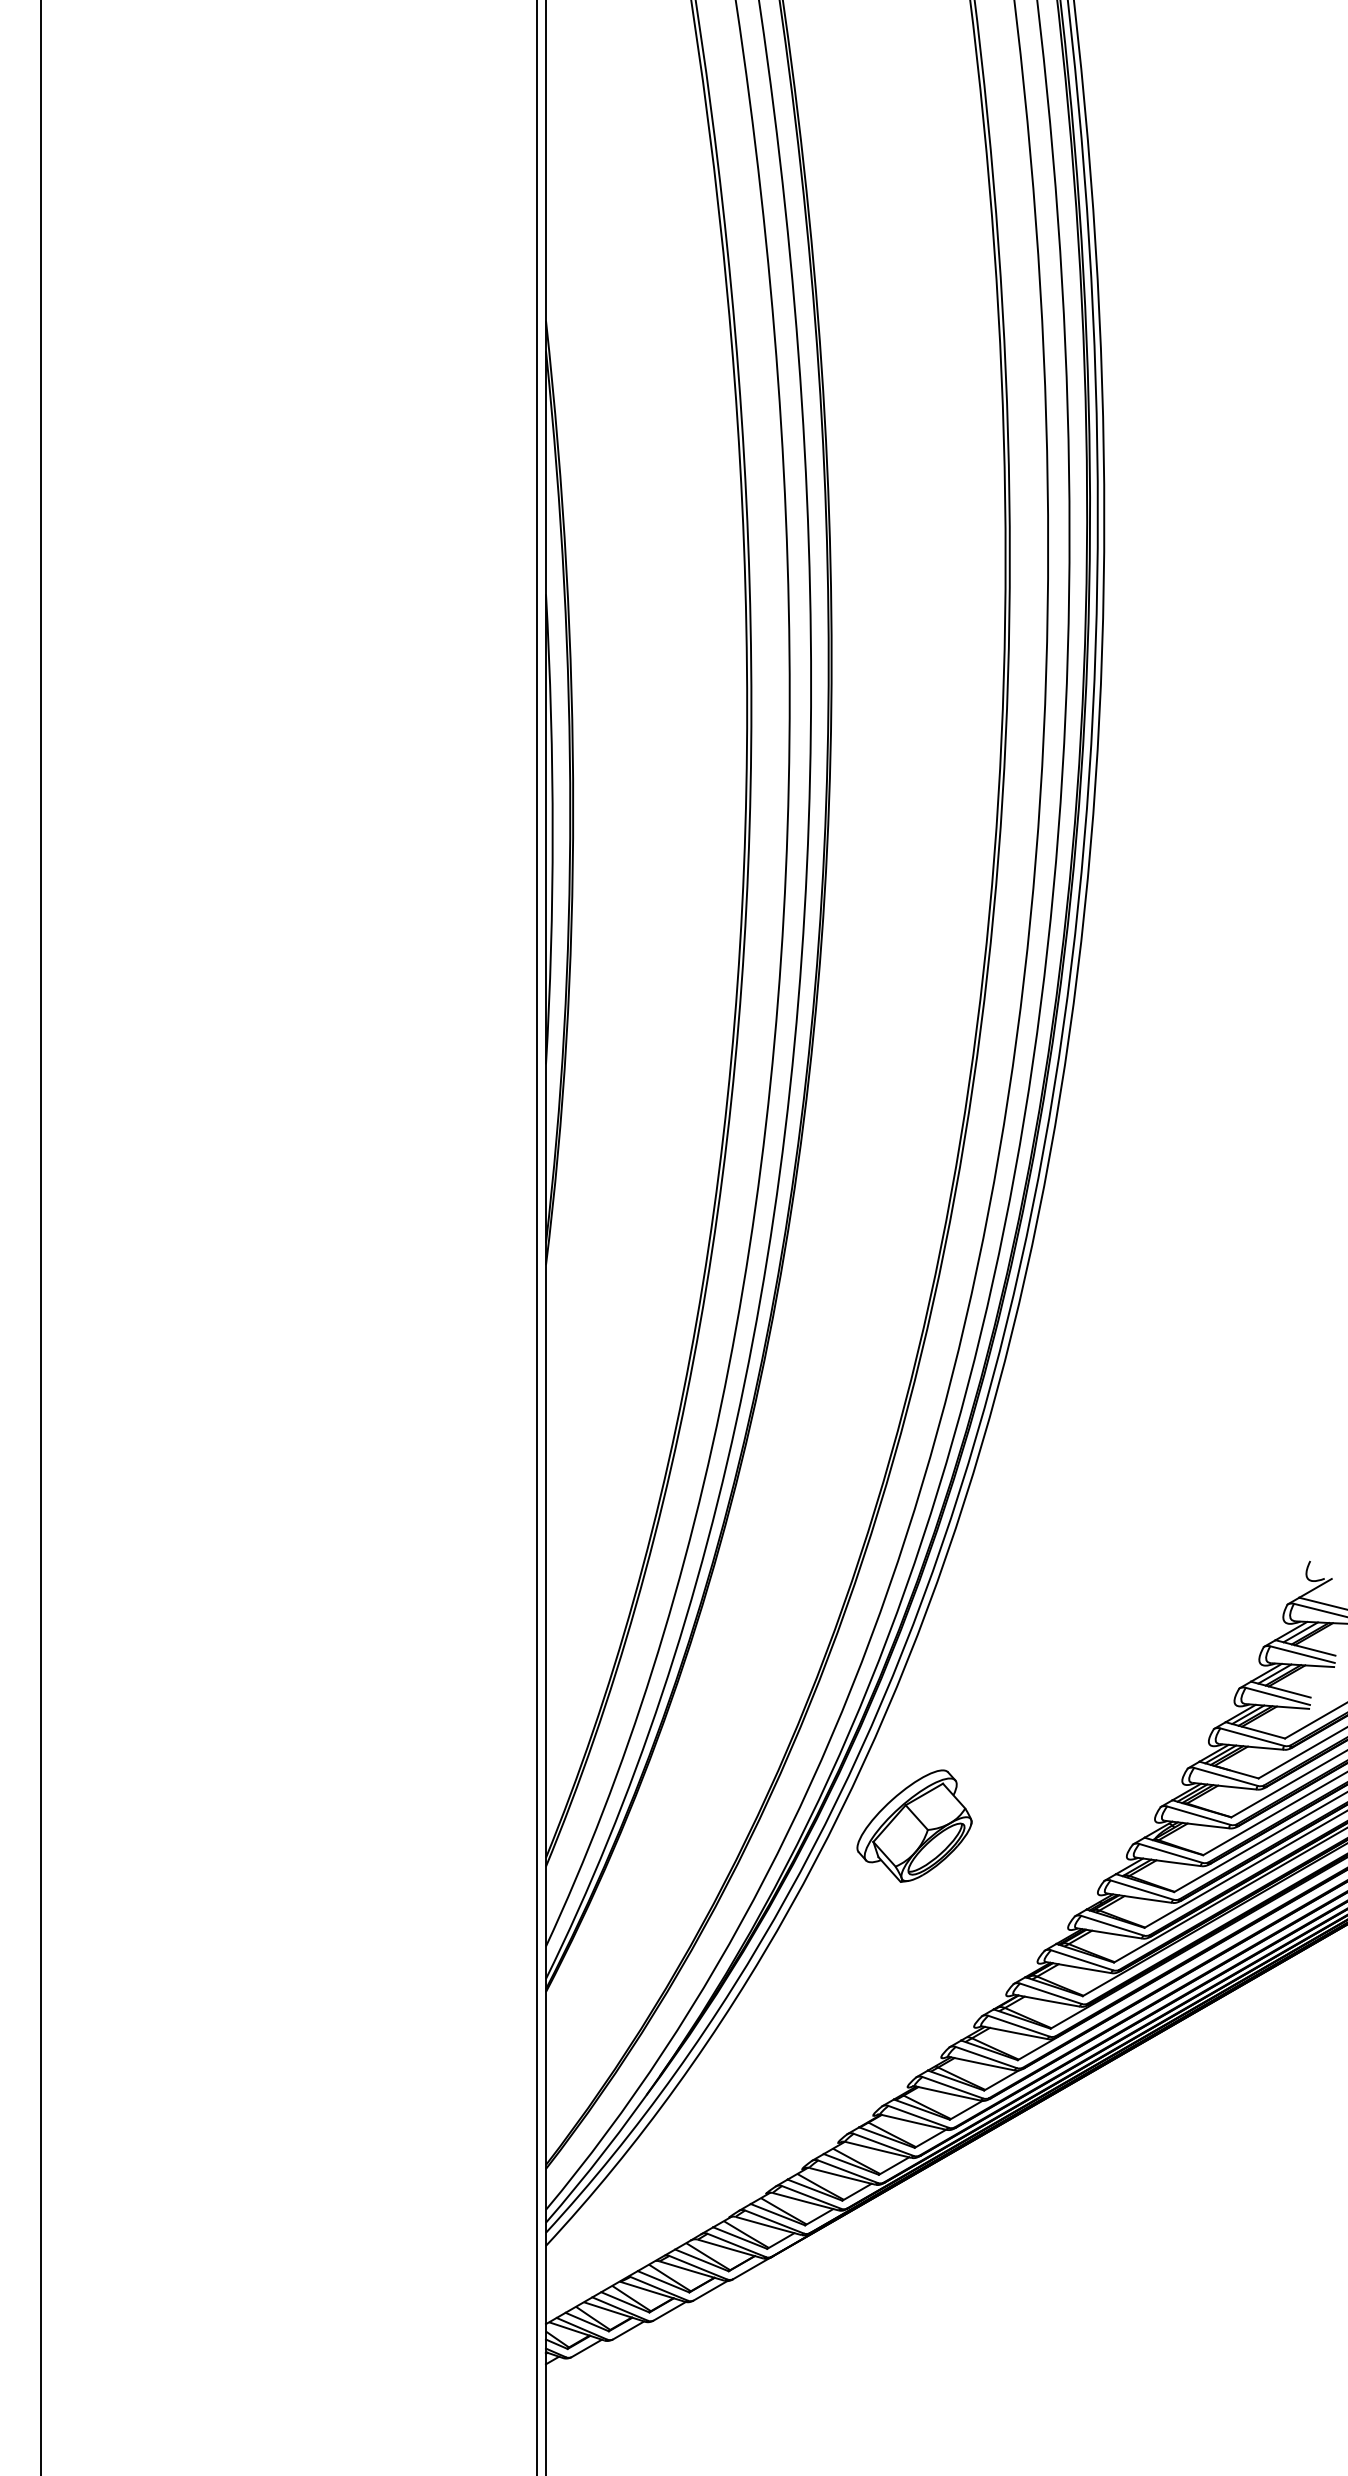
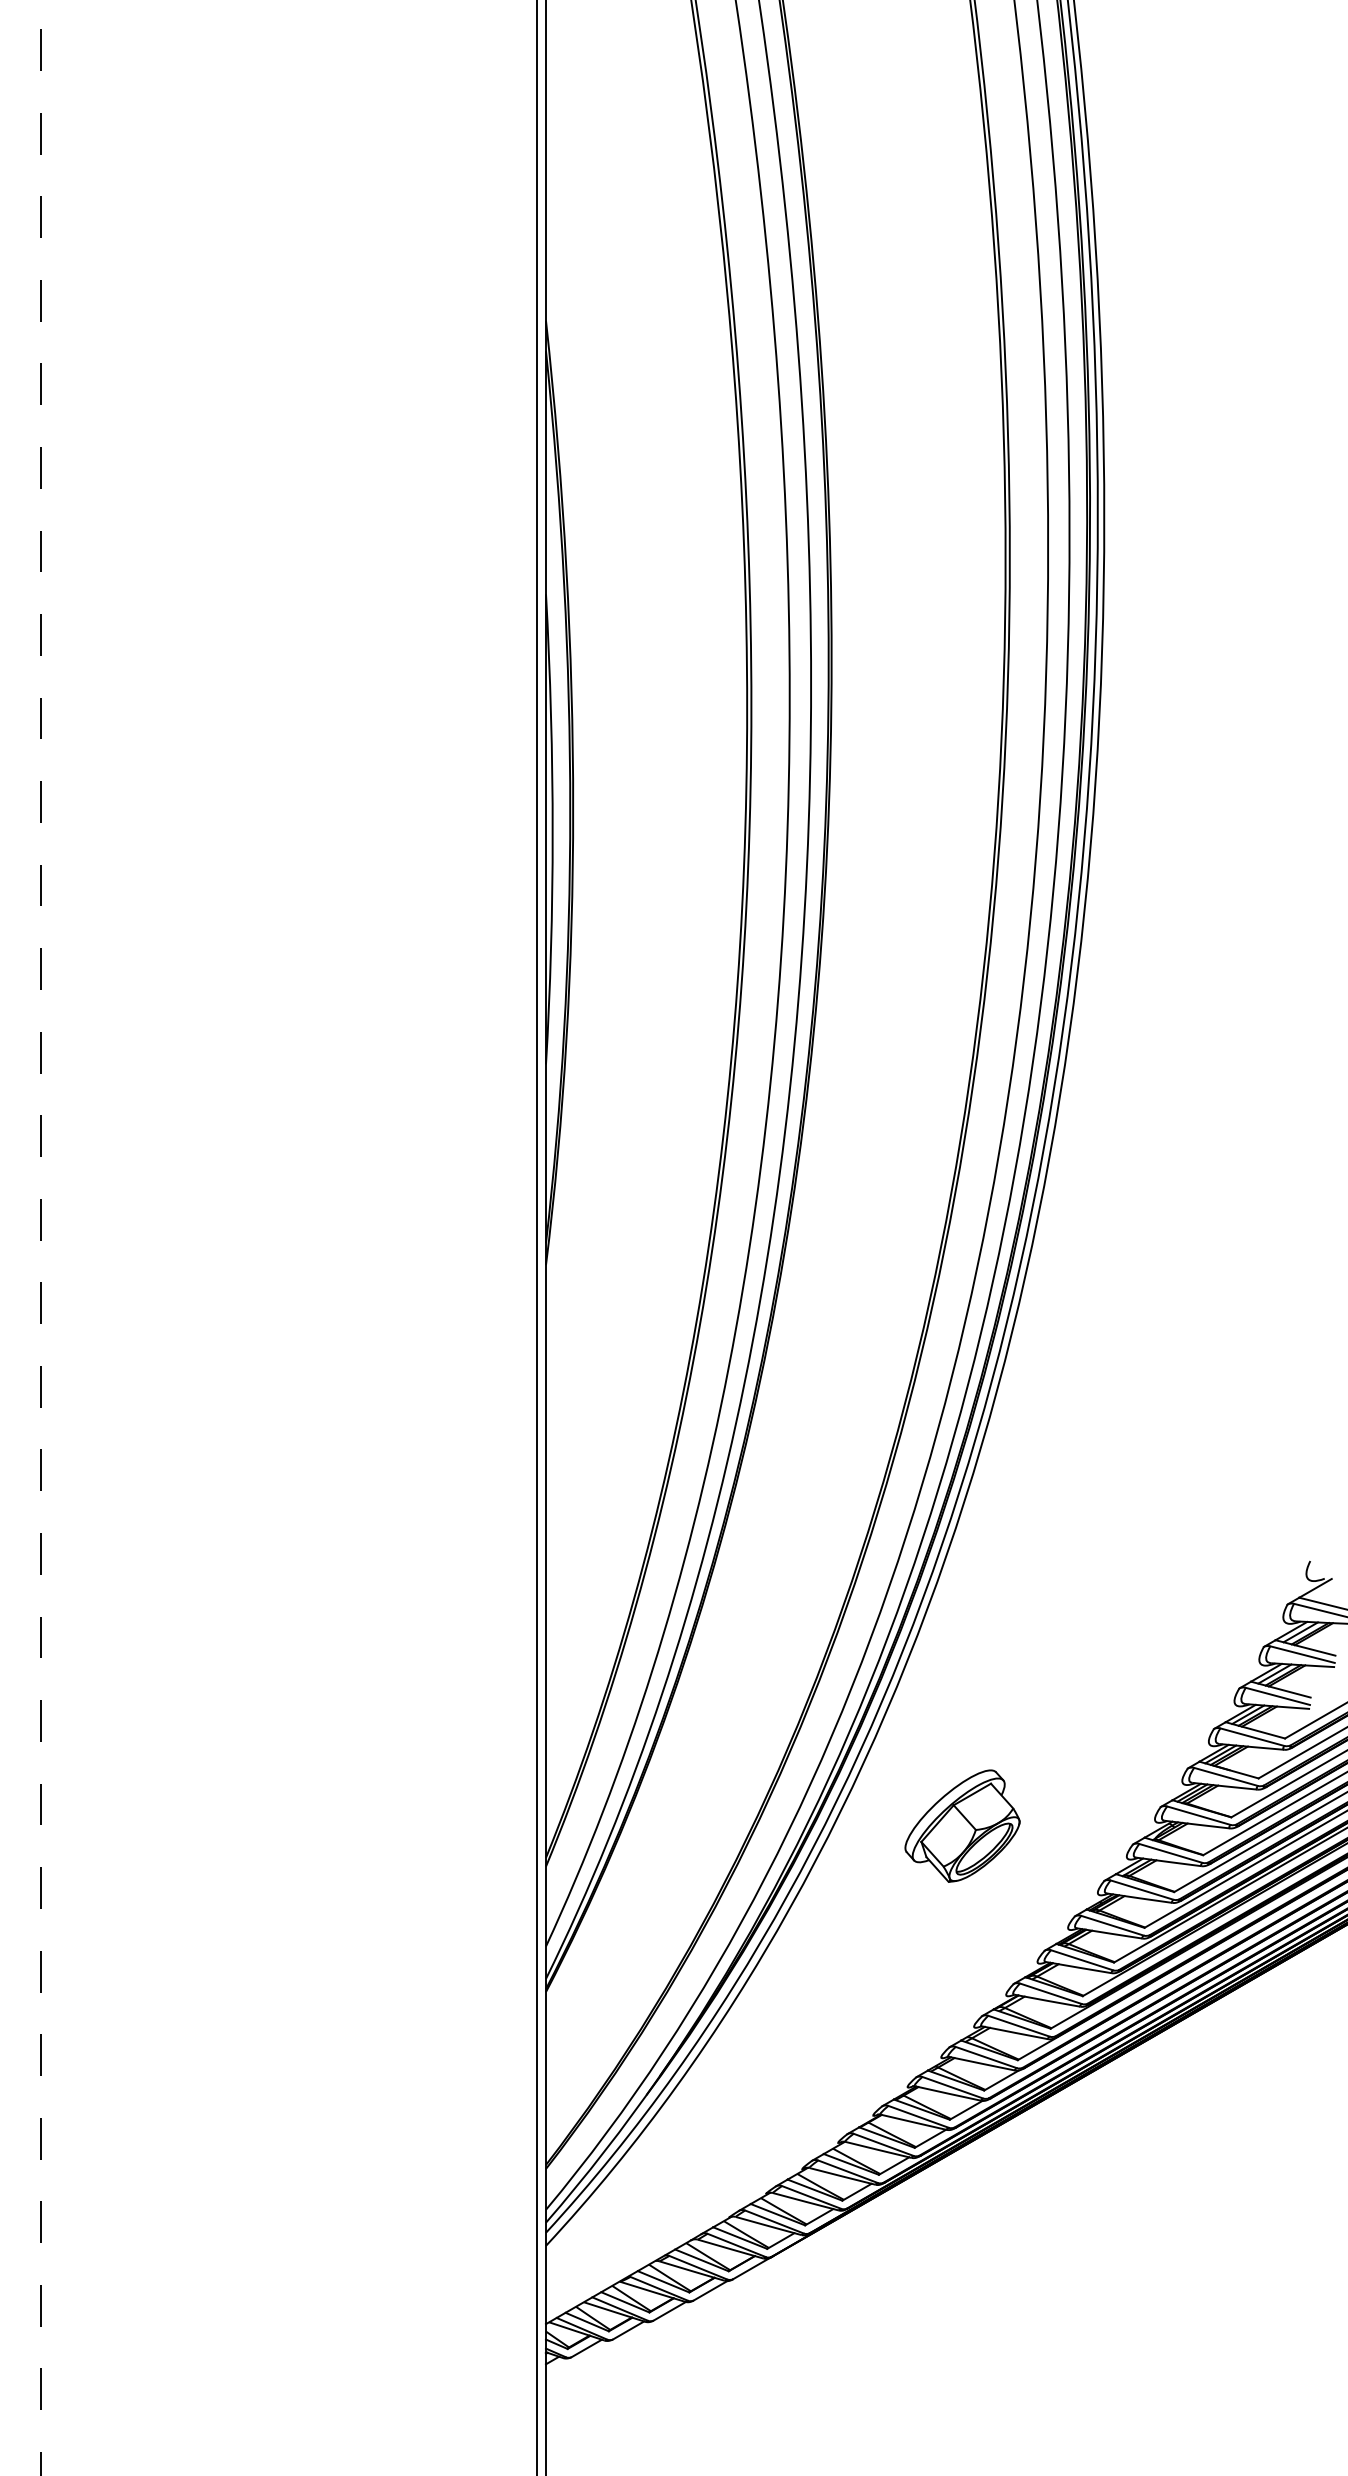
line at (41, 1237): solid -> dashed
part at (914, 1825) position: (914, 1825) -> (962, 1825)
